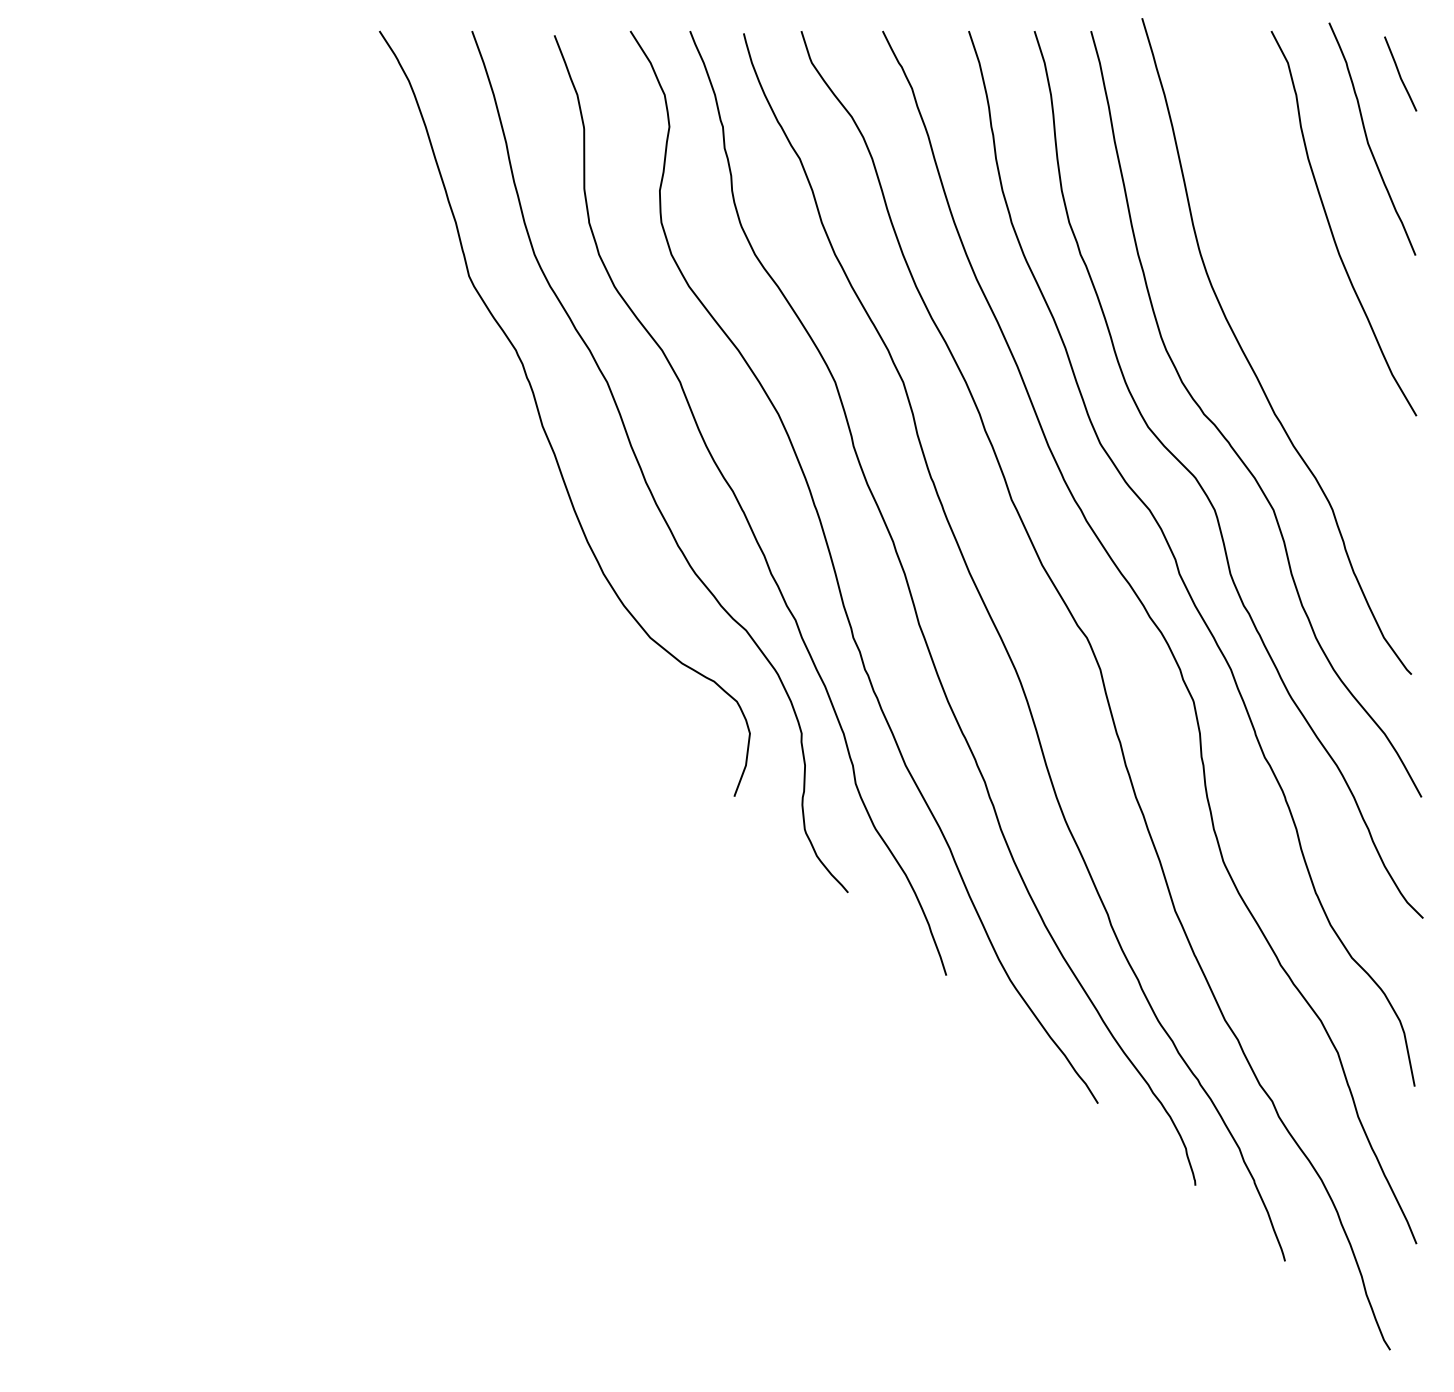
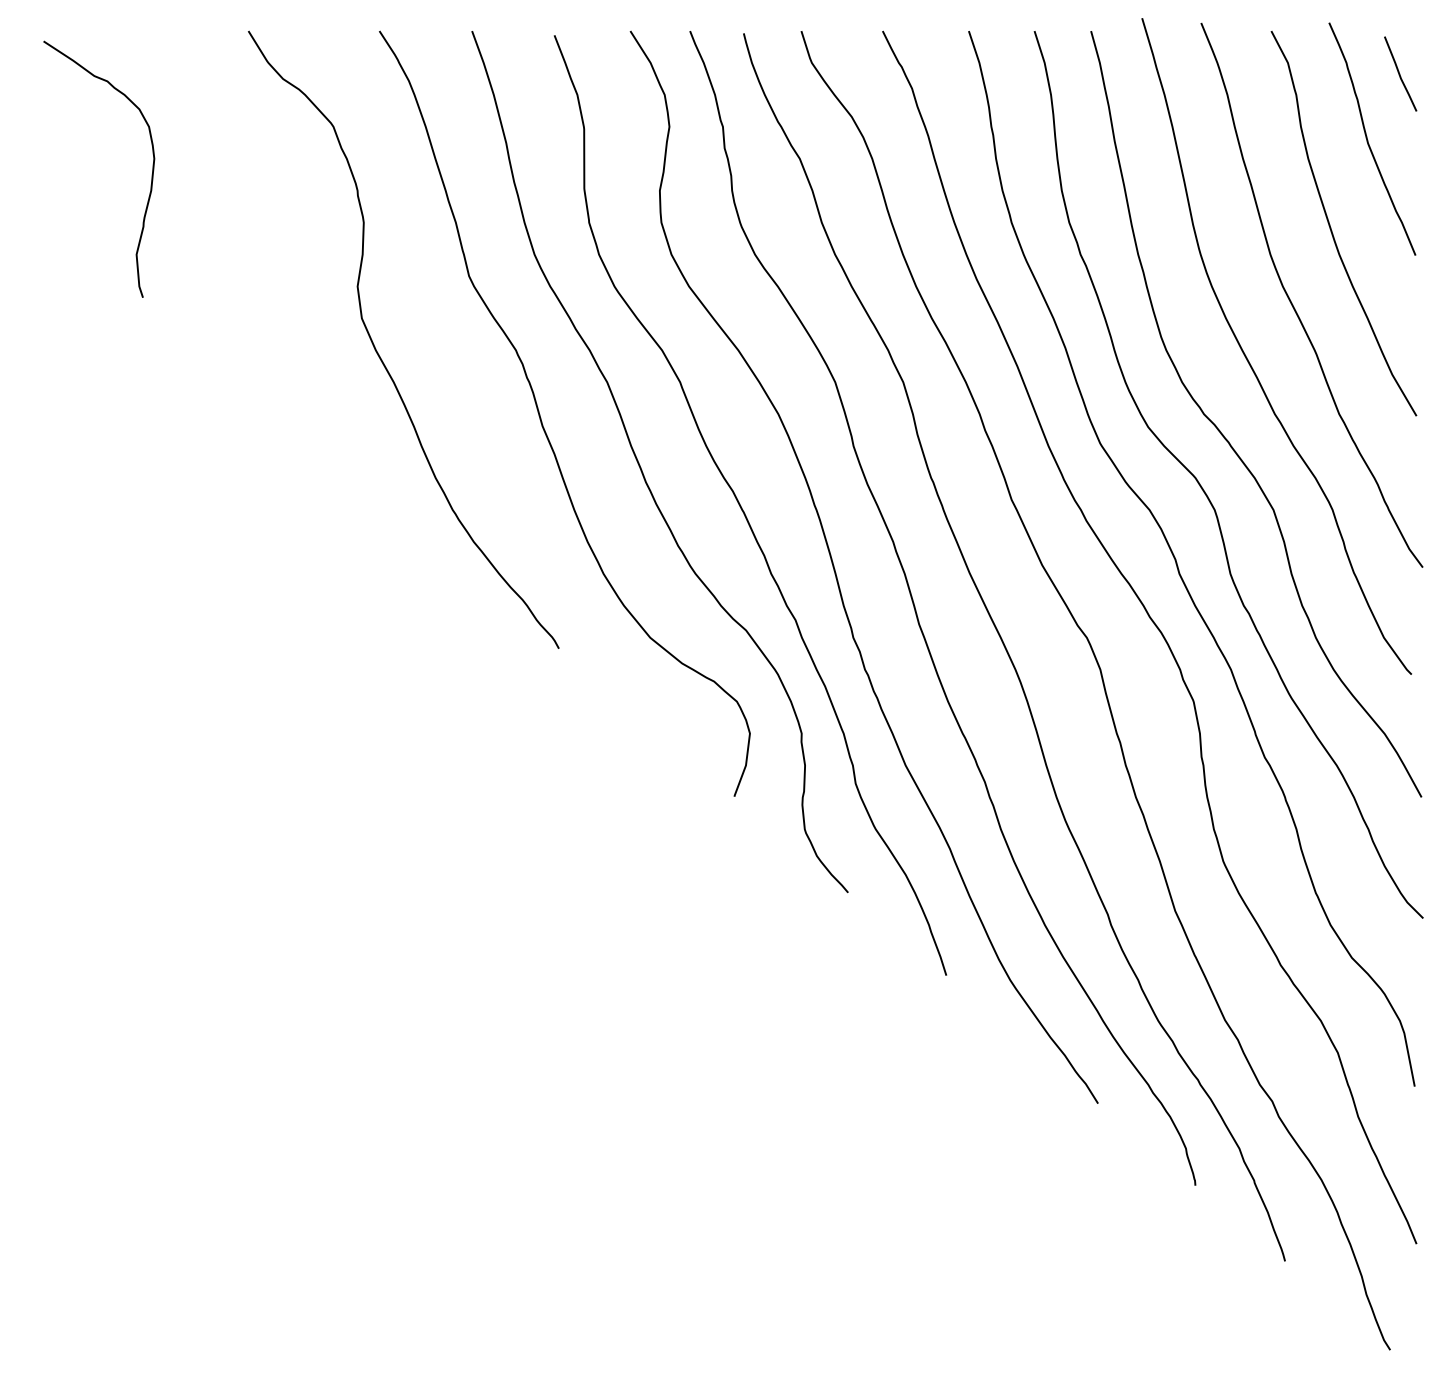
curve at (151, 174): none -> present
curve at (1293, 304): none -> present
curve at (378, 352): none -> present
